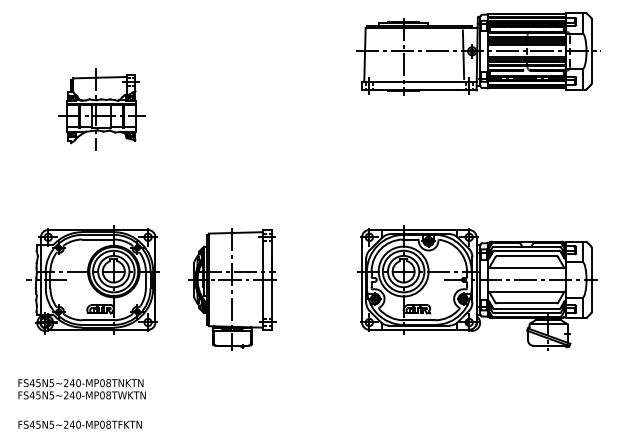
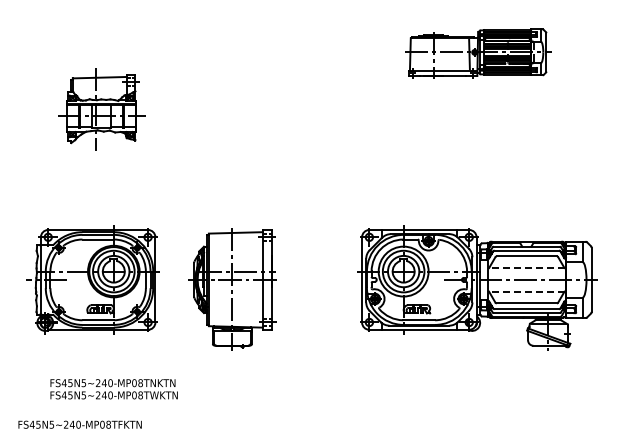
part at (478, 53) size: 245x84 px -> 147x51 px
line at (526, 268): solid -> dashed
line at (526, 291): solid -> dashed
text at (81, 389) position: (81, 389) -> (113, 389)
